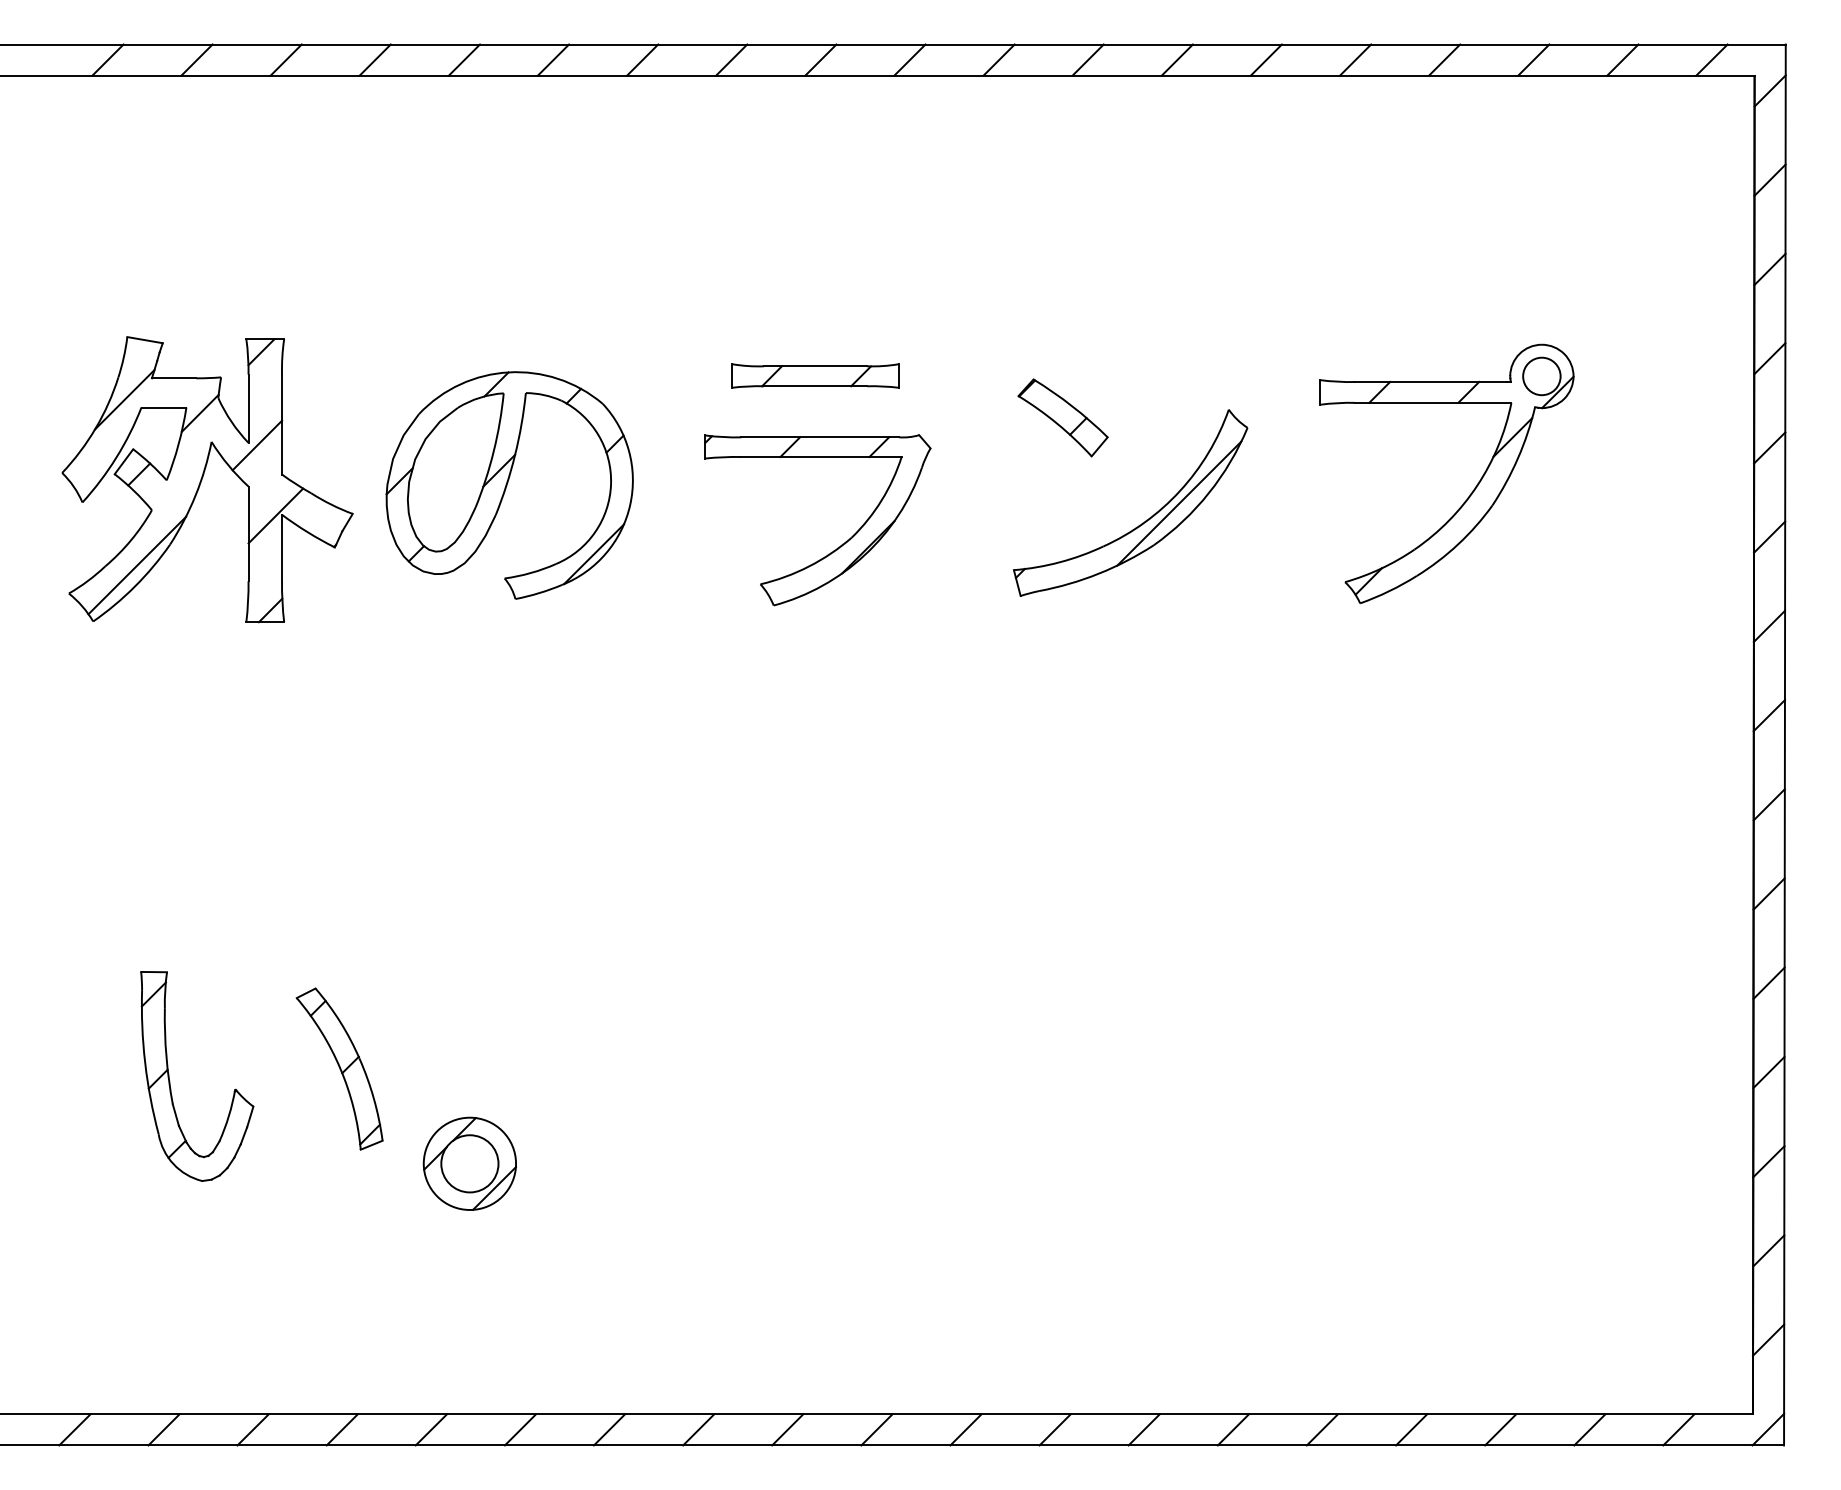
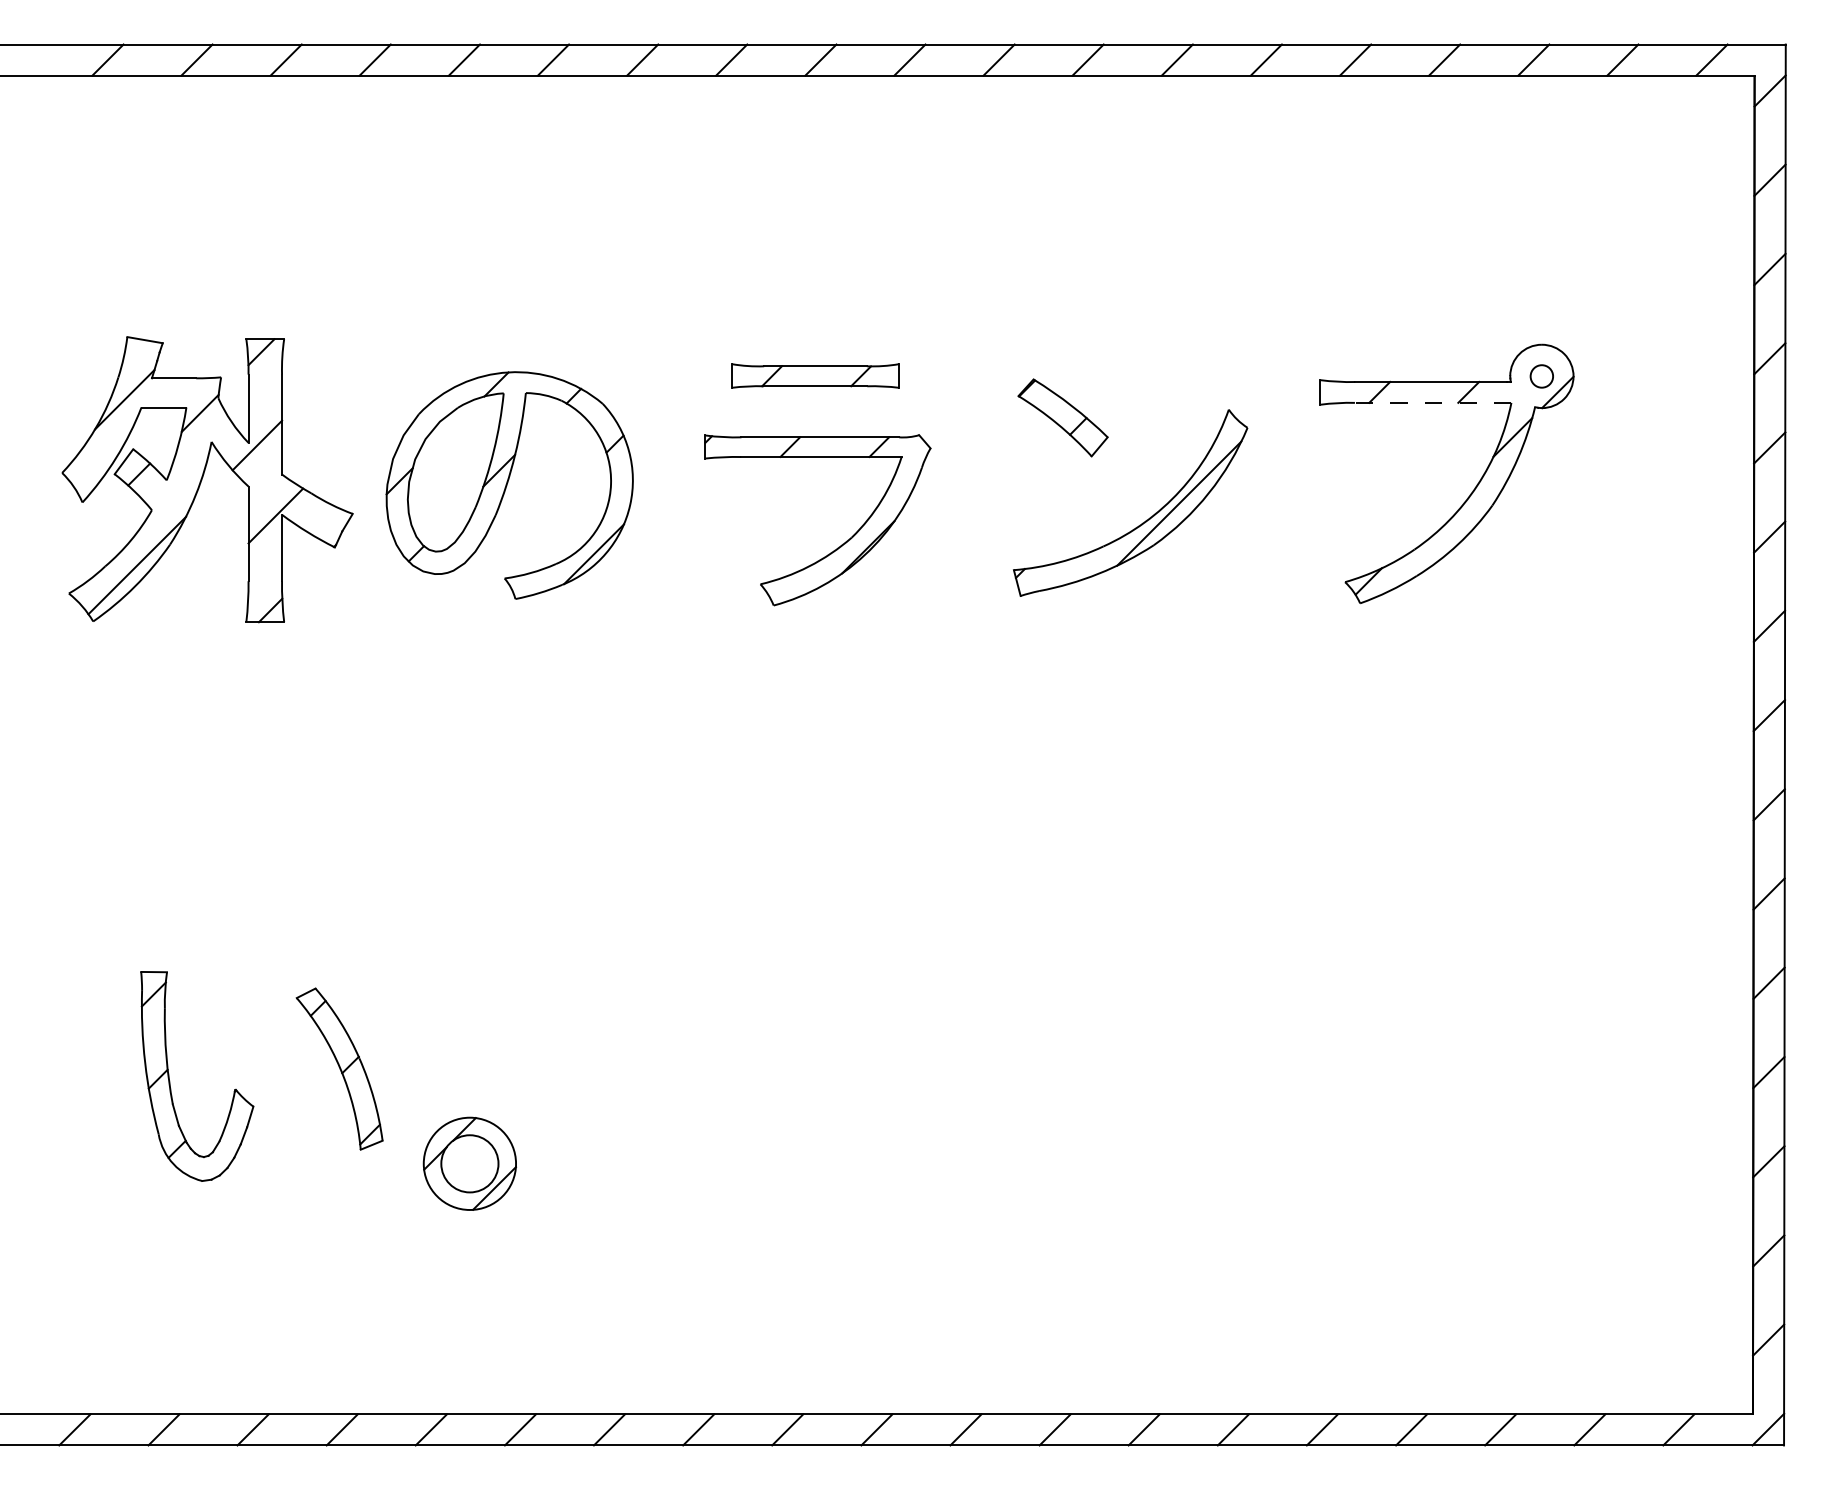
circle at (1541, 376) diameter: 37 px -> 22 px
line at (1432, 402): solid -> dashed
